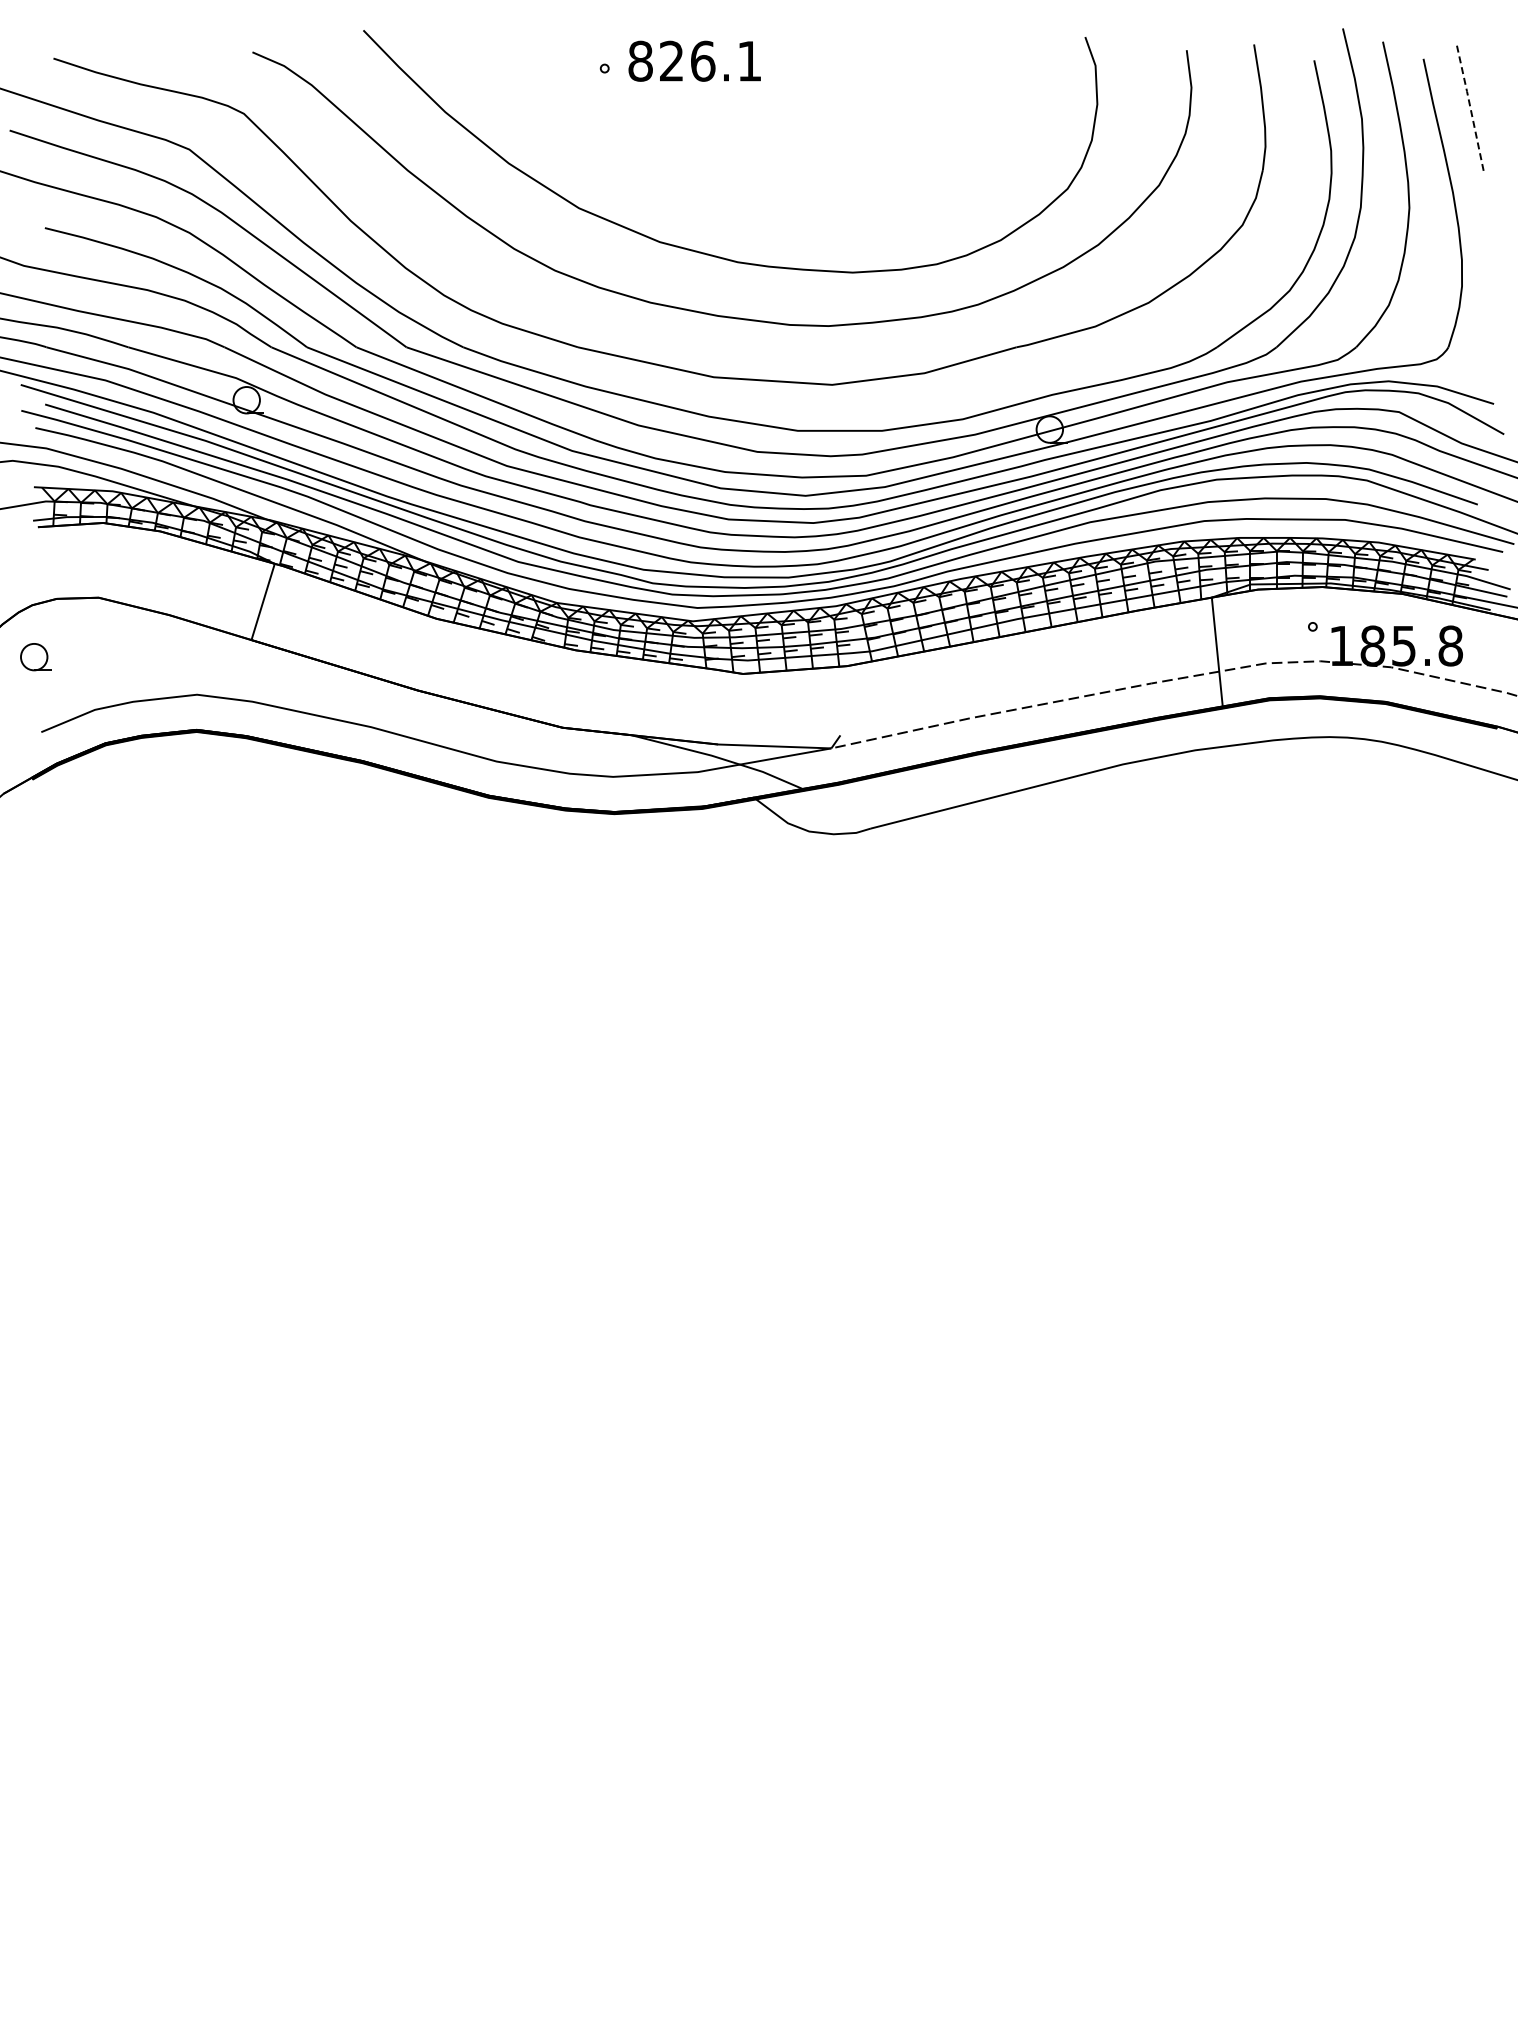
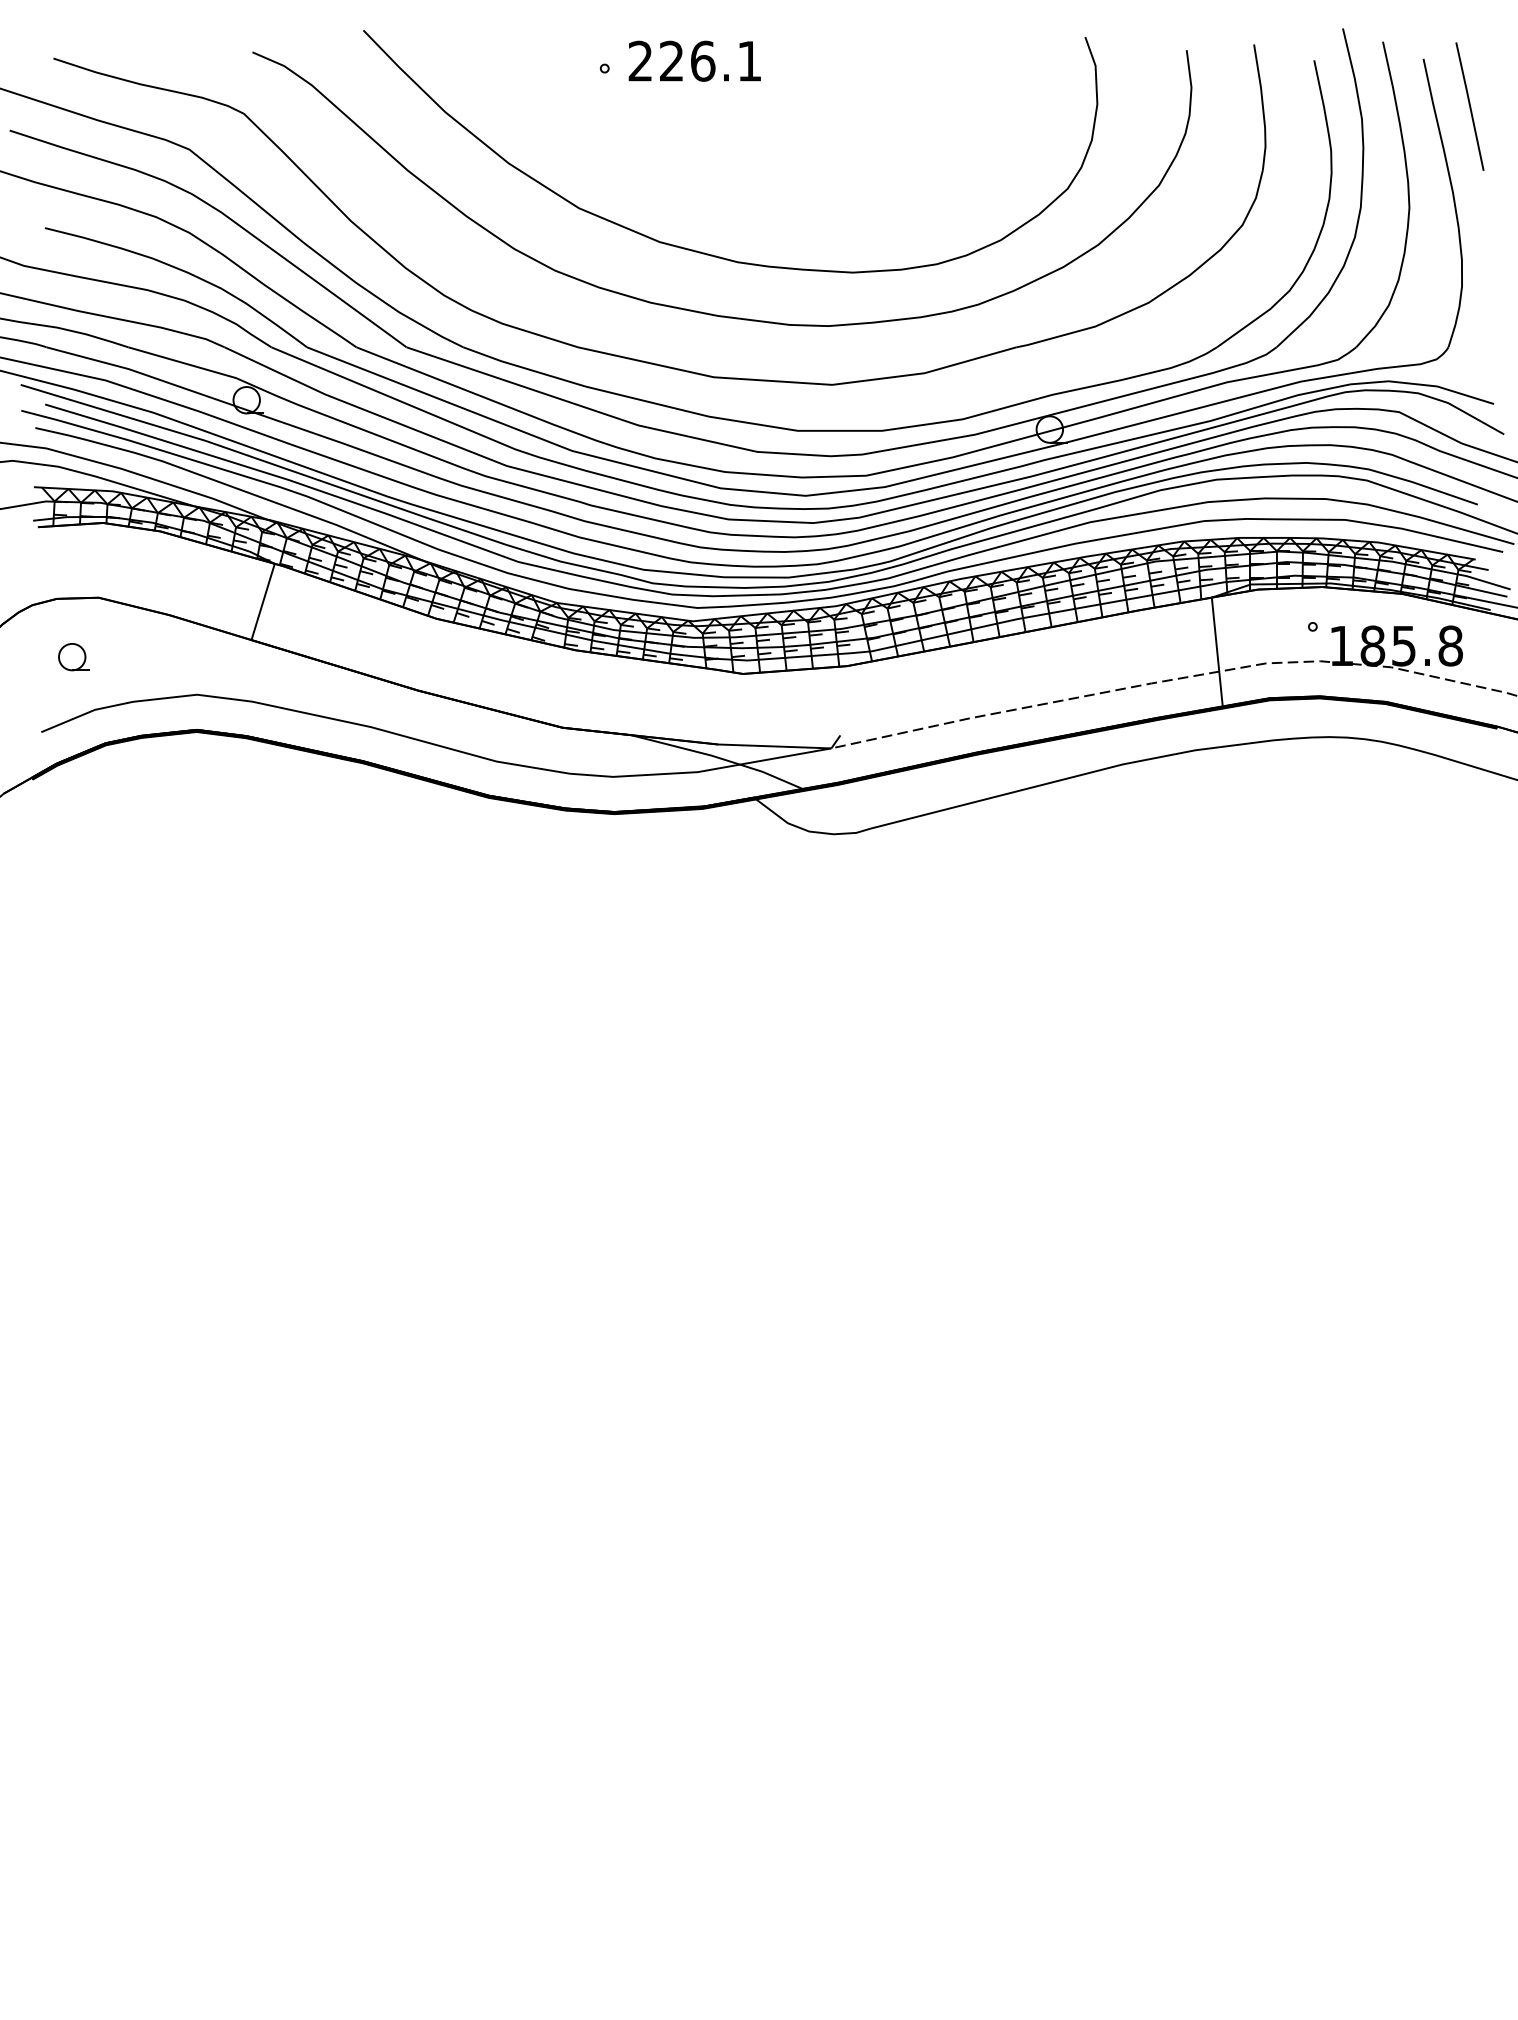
text at (640, 60): 826.1 -> 226.1
line at (1470, 106): dashed -> solid
part at (35, 657) position: (35, 657) -> (73, 657)
